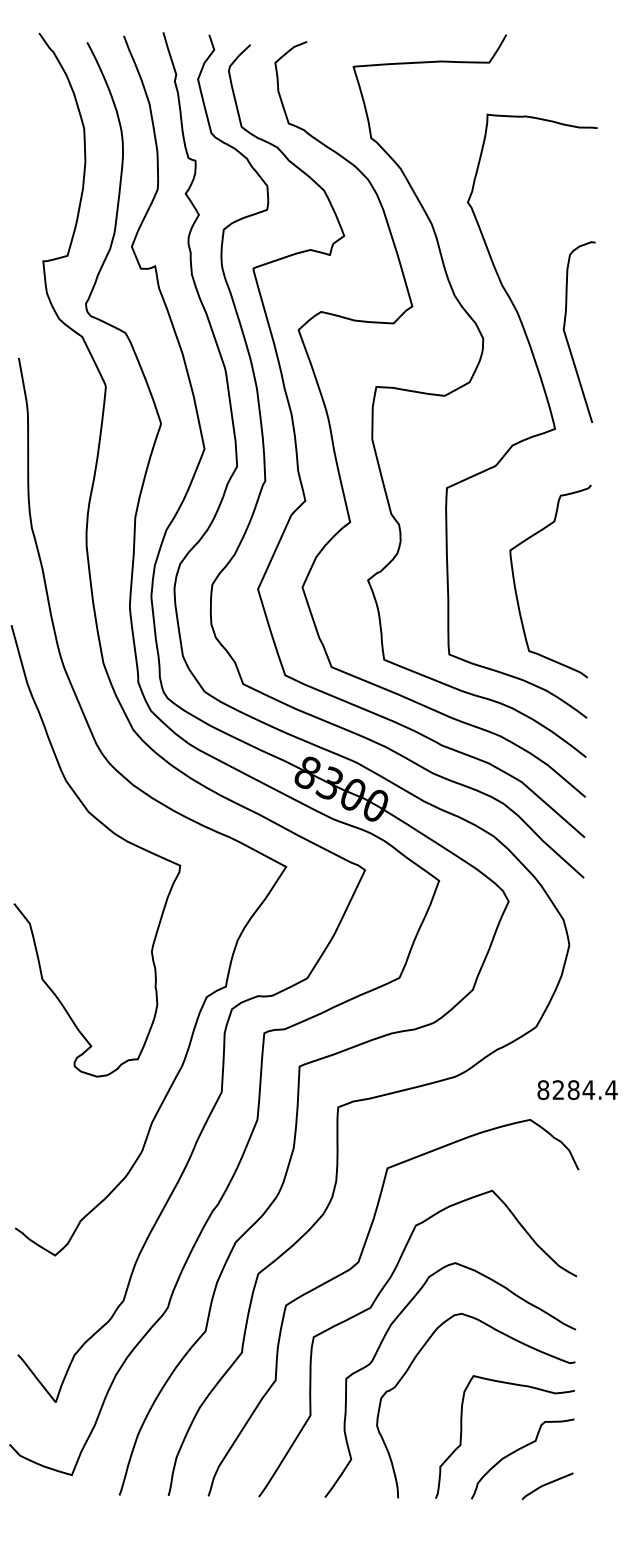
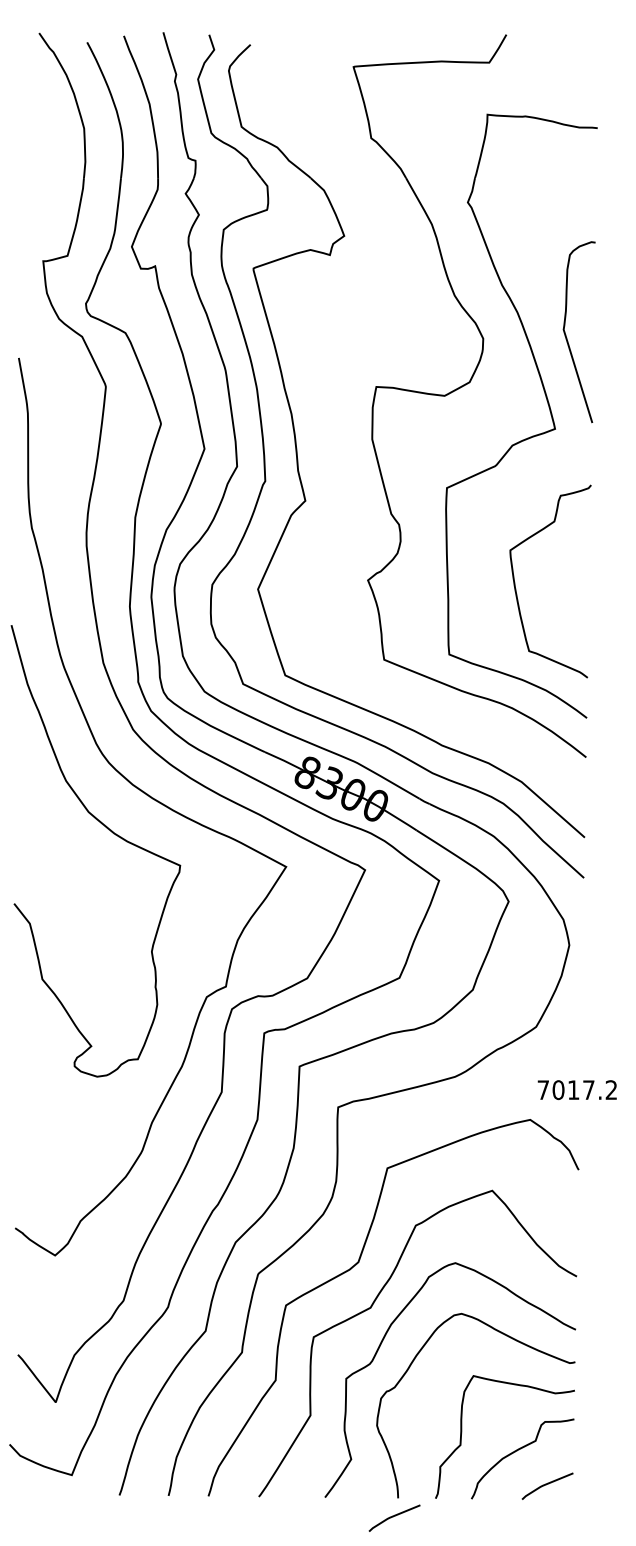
part at (332, 433): present -> none
text at (577, 1090): 8284.4 -> 7017.2
curve at (394, 1516): none -> present
